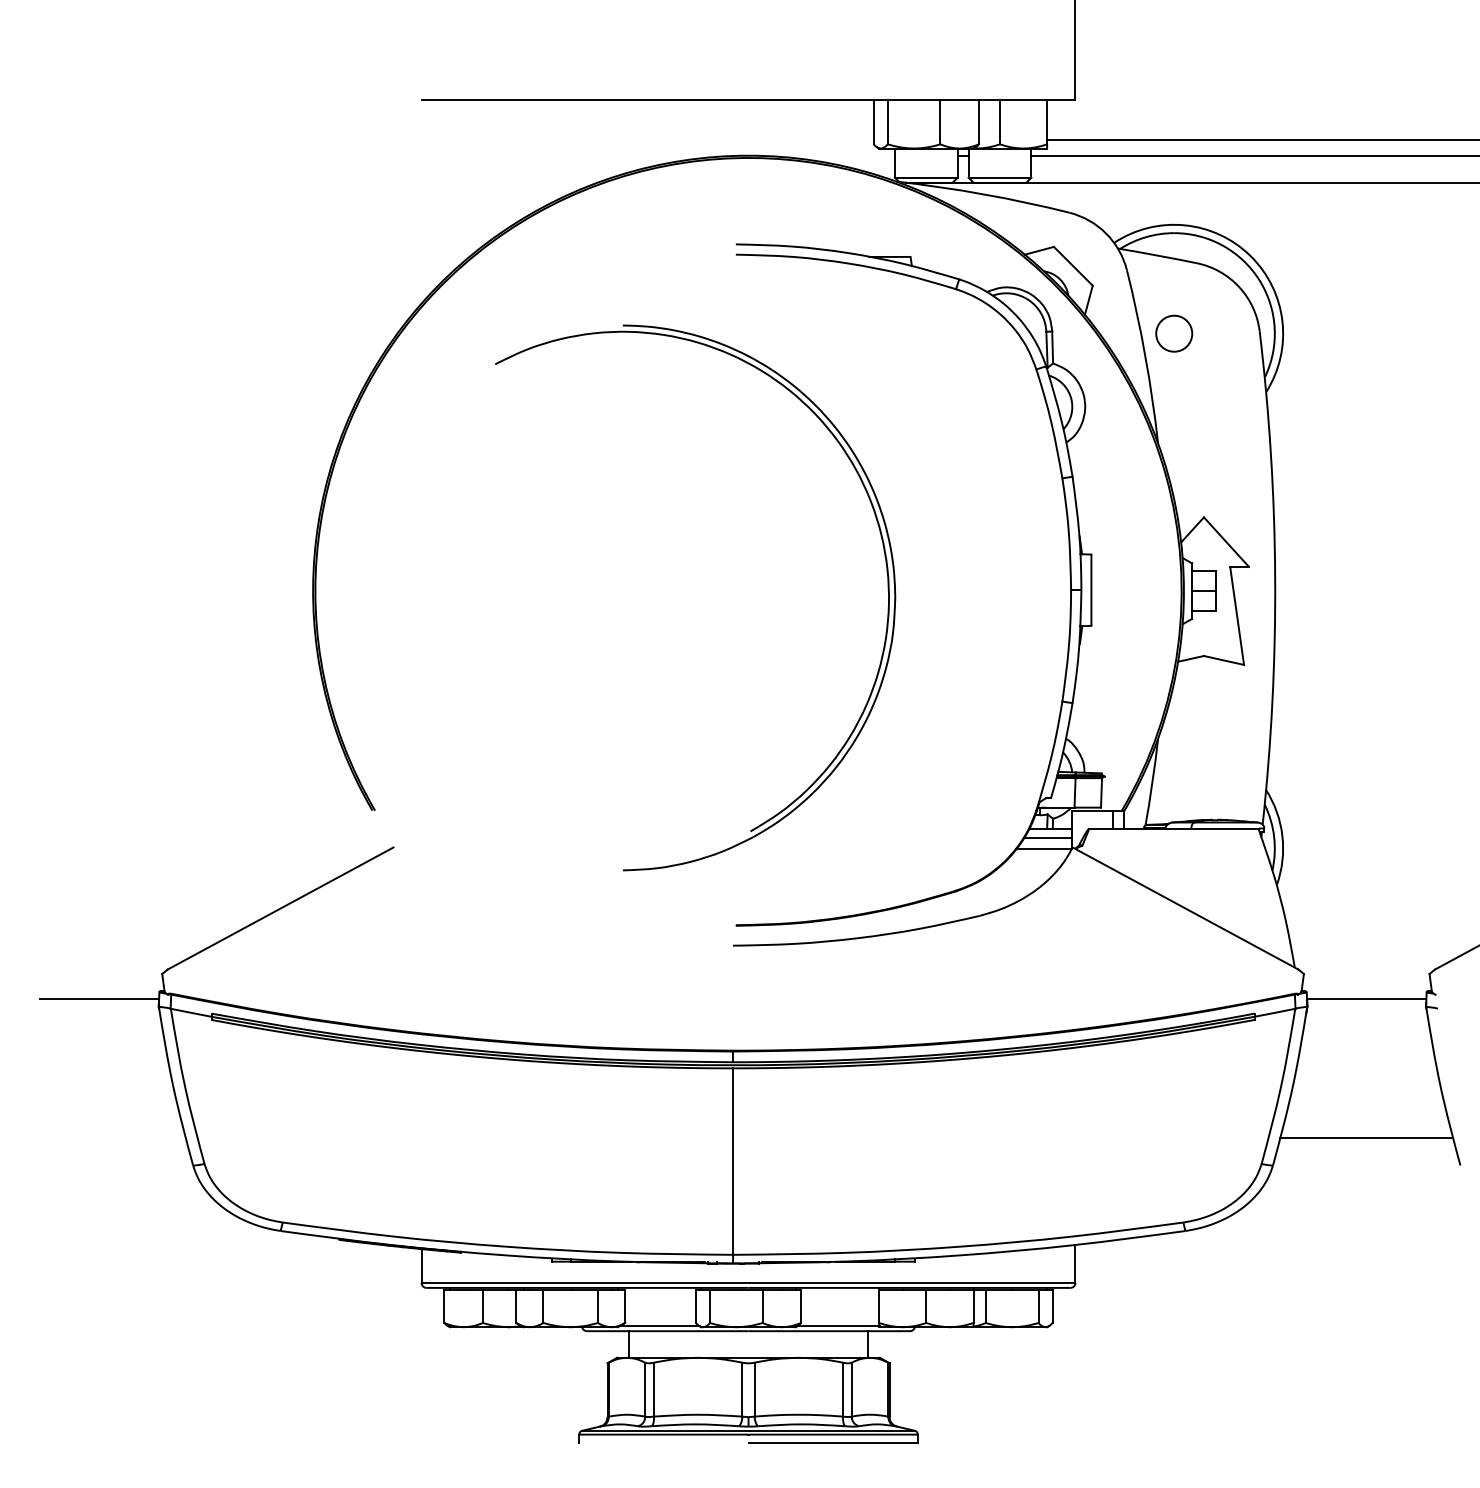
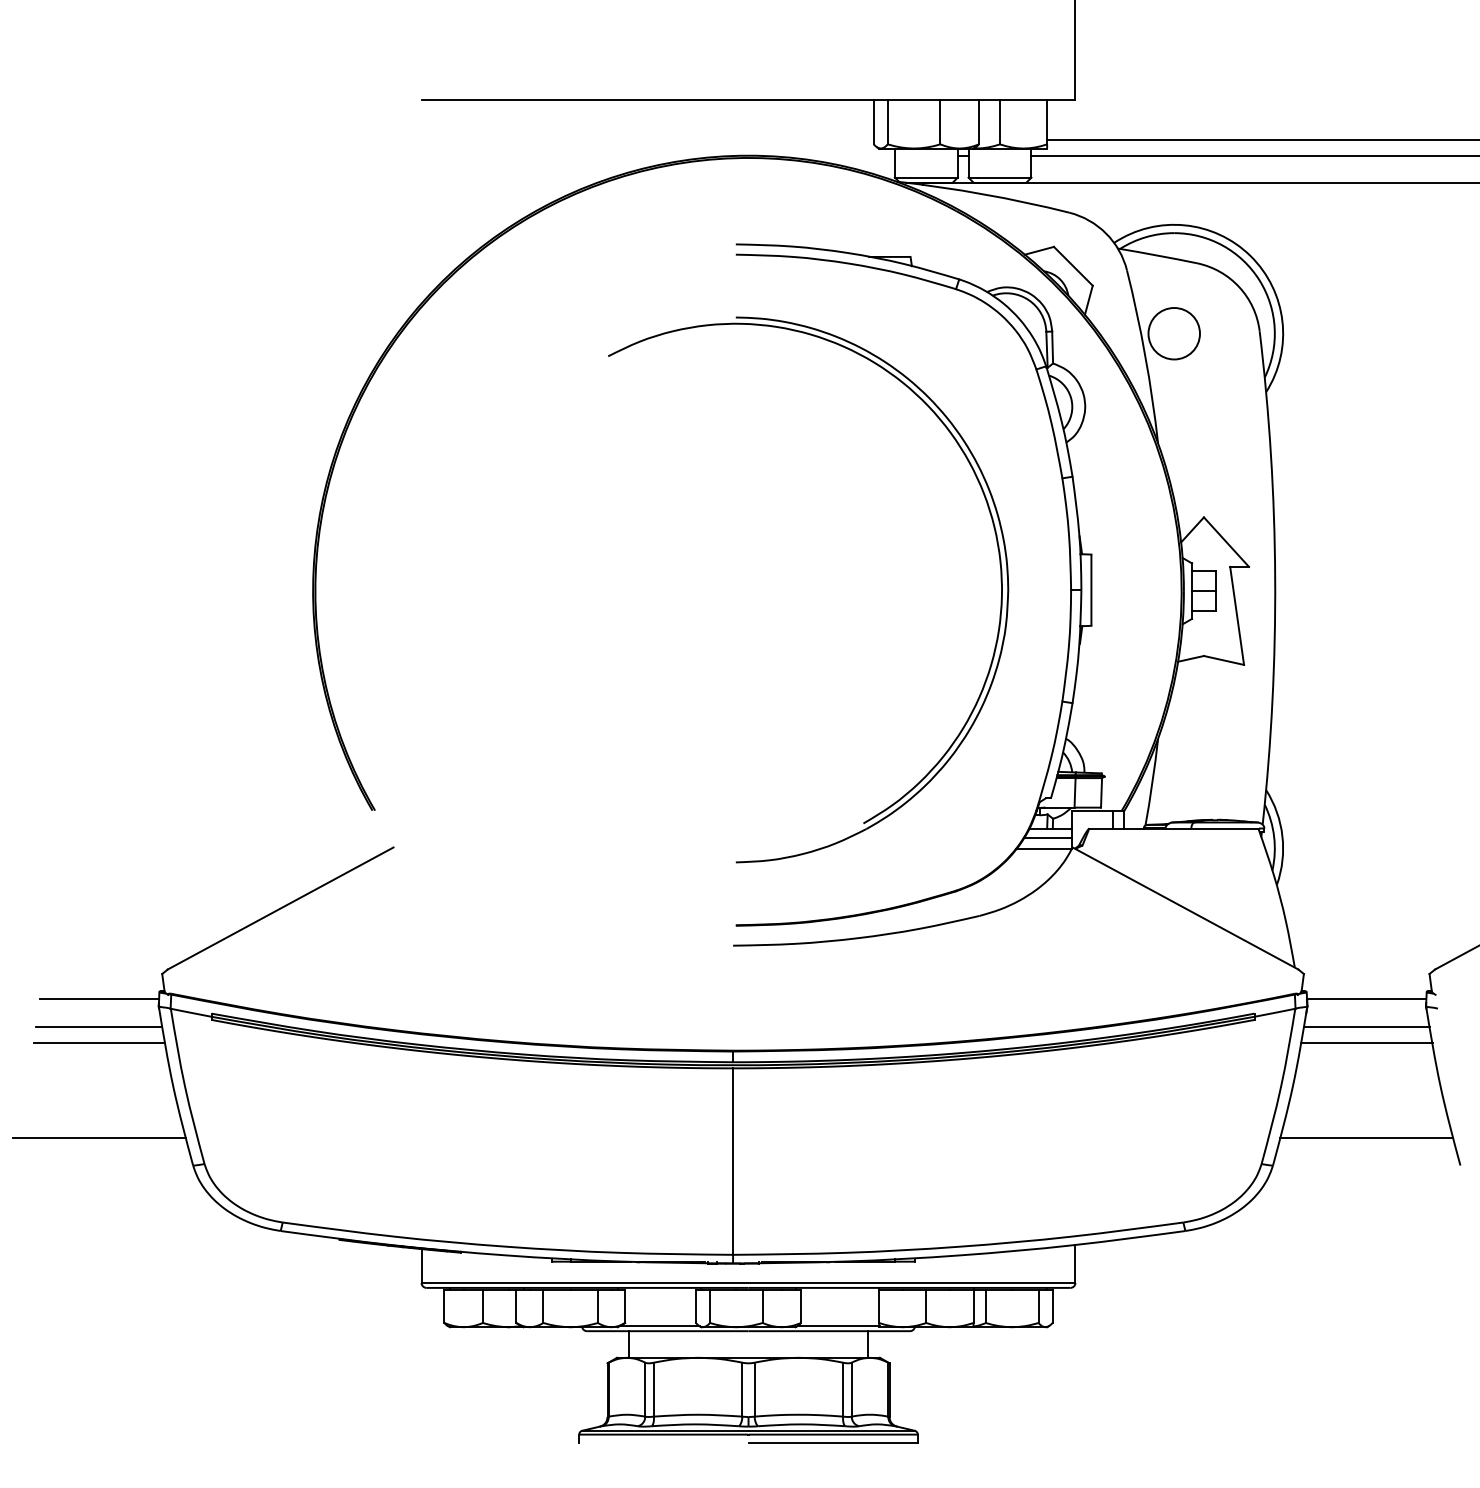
circle at (1174, 333) diameter: 36 px -> 51 px
part at (887, 589) position: (887, 589) -> (1000, 581)
line at (99, 1026): none -> present
line at (1366, 1026): none -> present
line at (99, 1042): none -> present
line at (1366, 1042): none -> present
line at (99, 1137): none -> present
